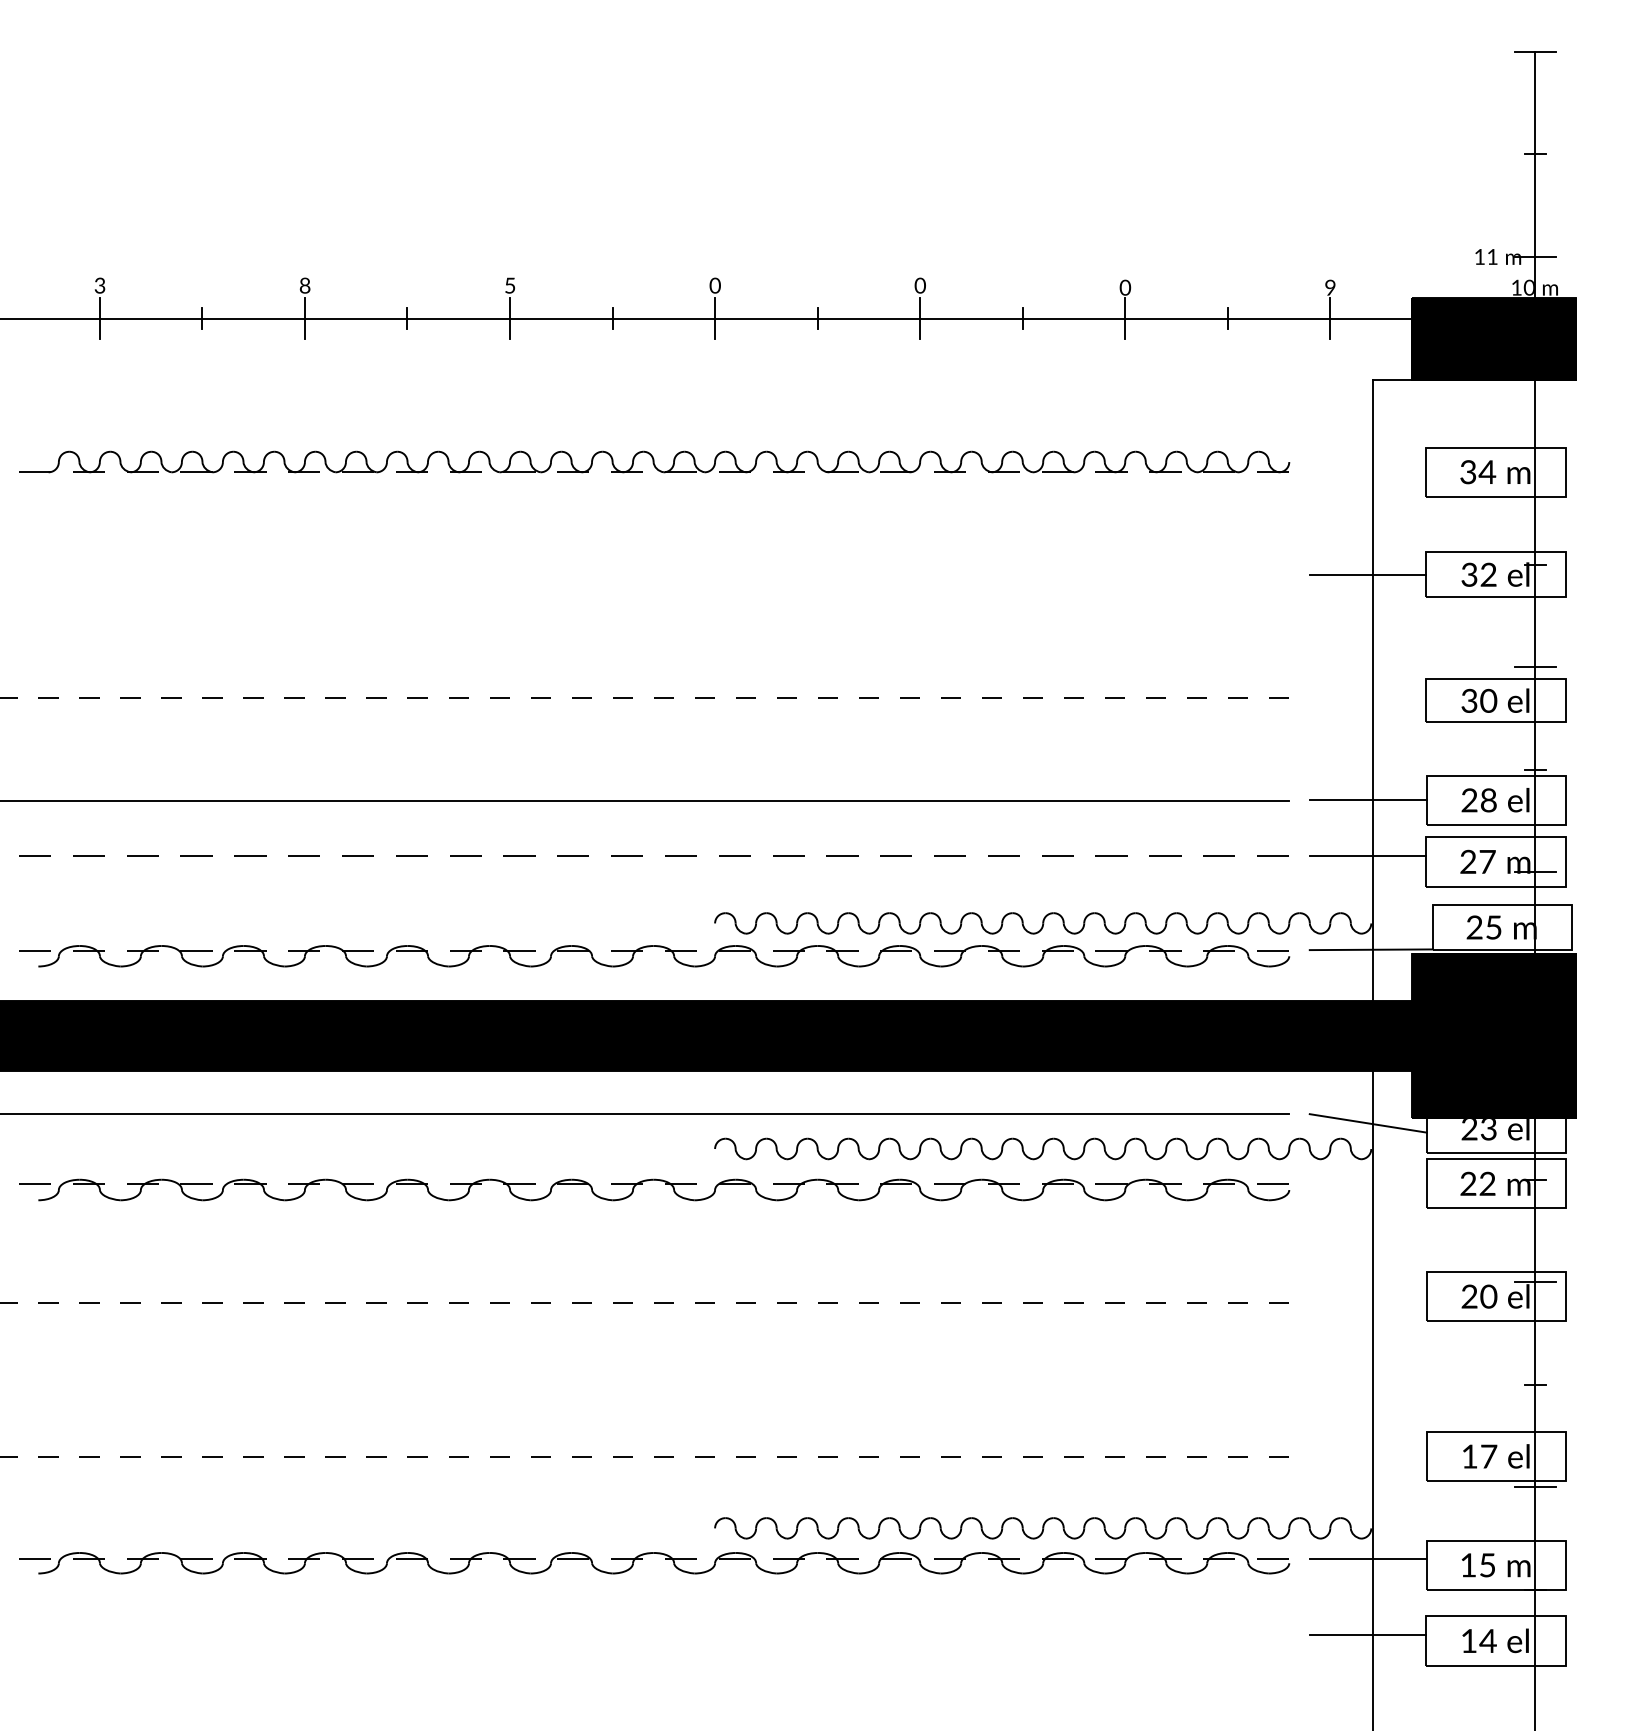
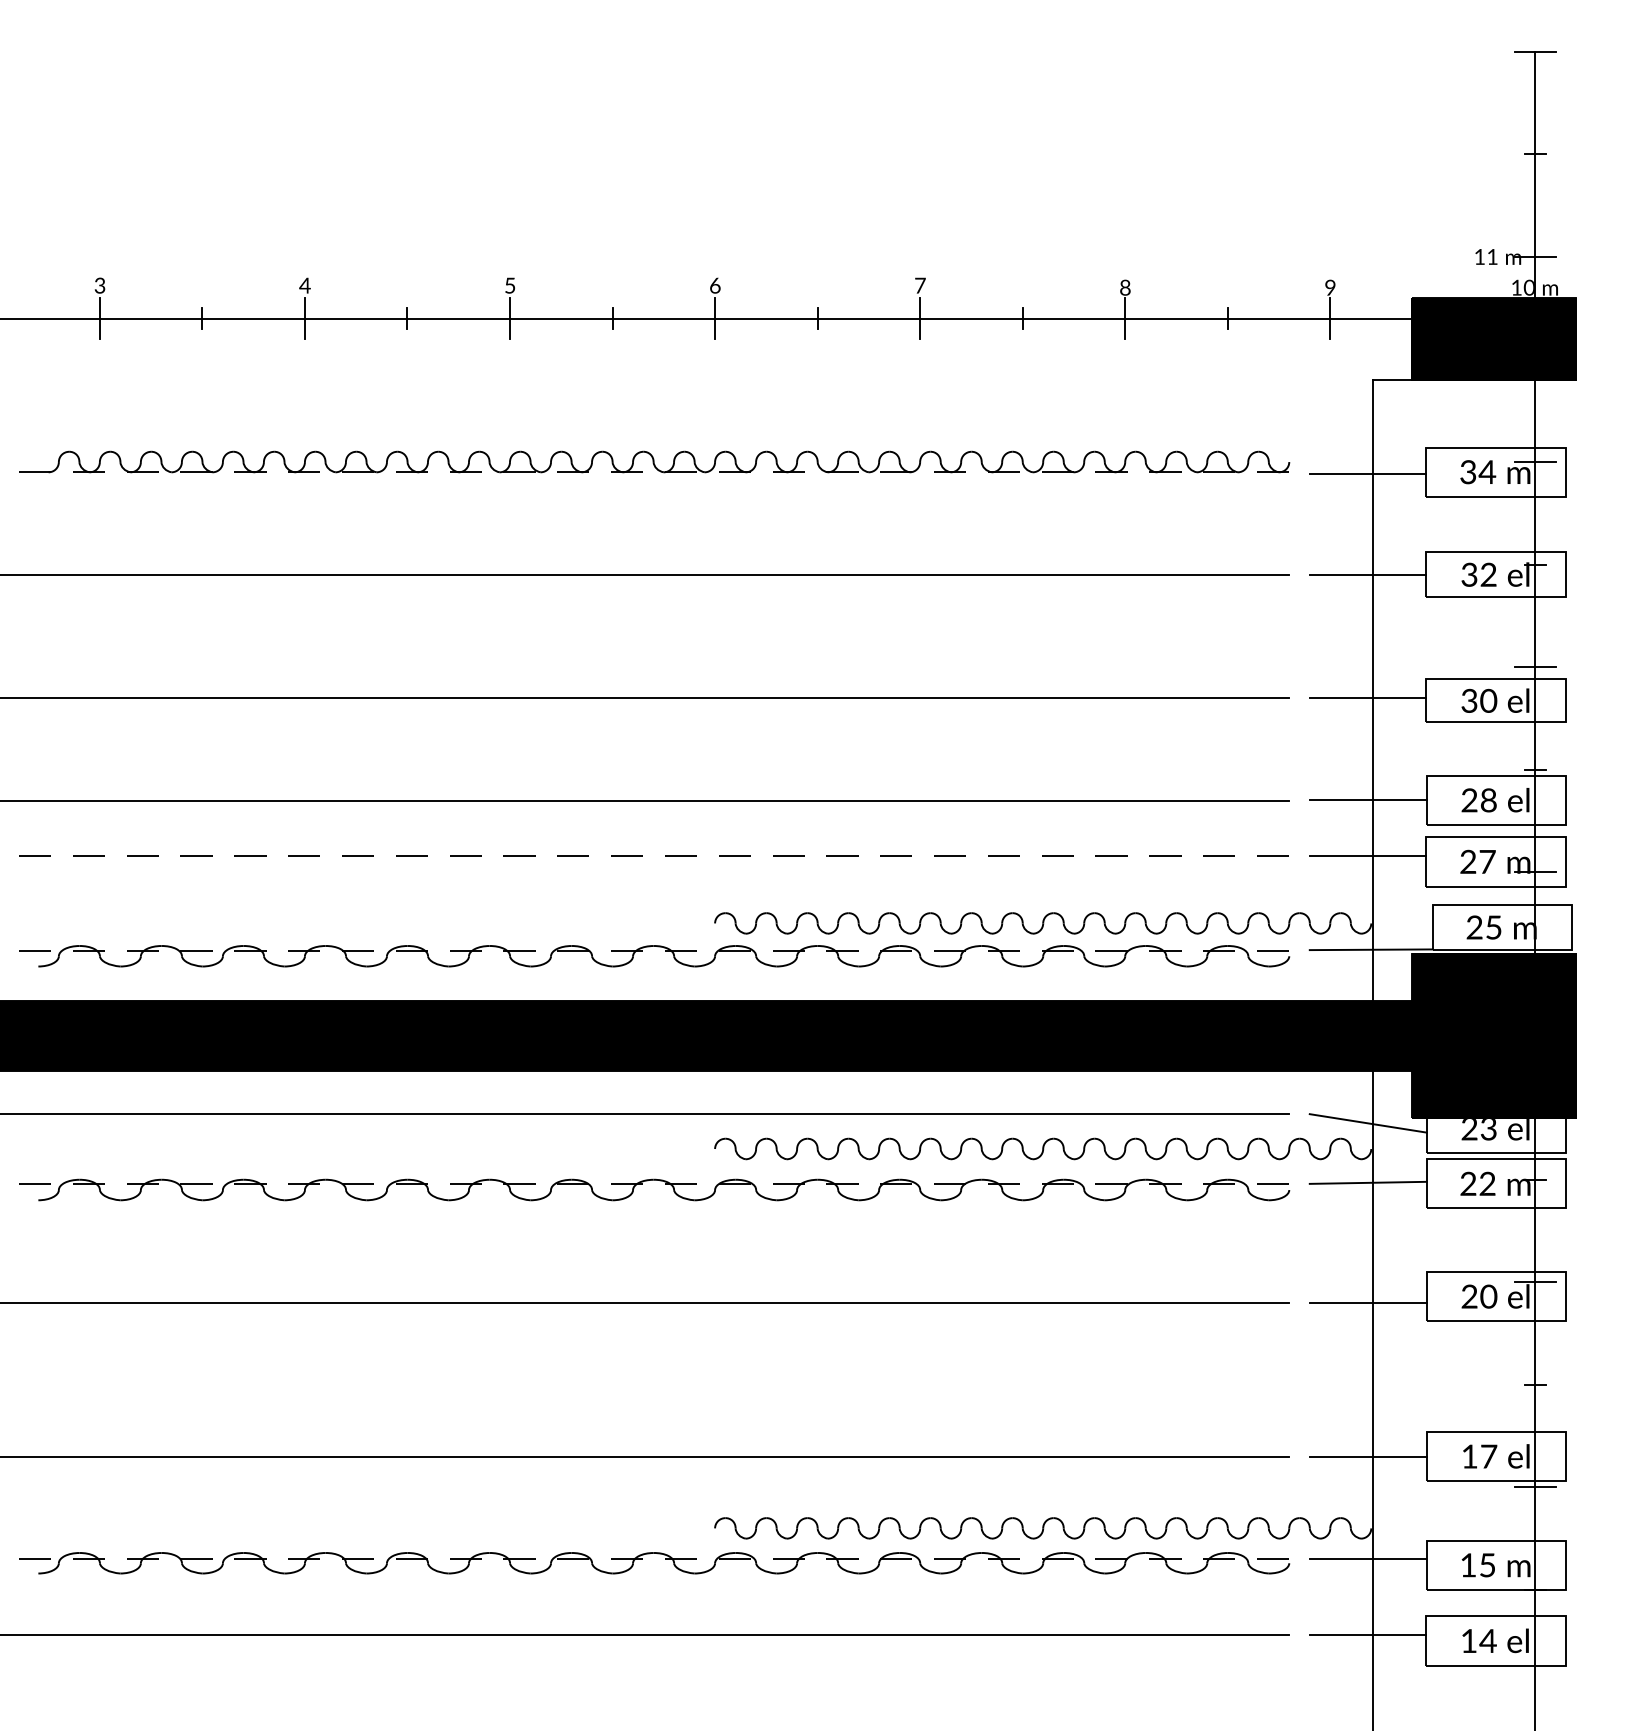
text at (714, 284): 0 -> 6
text at (304, 285): 8 -> 4
text at (919, 285): 0 -> 7
text at (1125, 288): 0 -> 8
line at (1534, 462): none -> present
line at (1367, 474): none -> present
line at (645, 574): none -> present
line at (644, 697): dashed -> solid
line at (1367, 697): none -> present
line at (1367, 1182): none -> present
line at (644, 1302): dashed -> solid
line at (1367, 1302): none -> present
line at (644, 1456): dashed -> solid
line at (1367, 1456): none -> present
line at (645, 1635): none -> present
